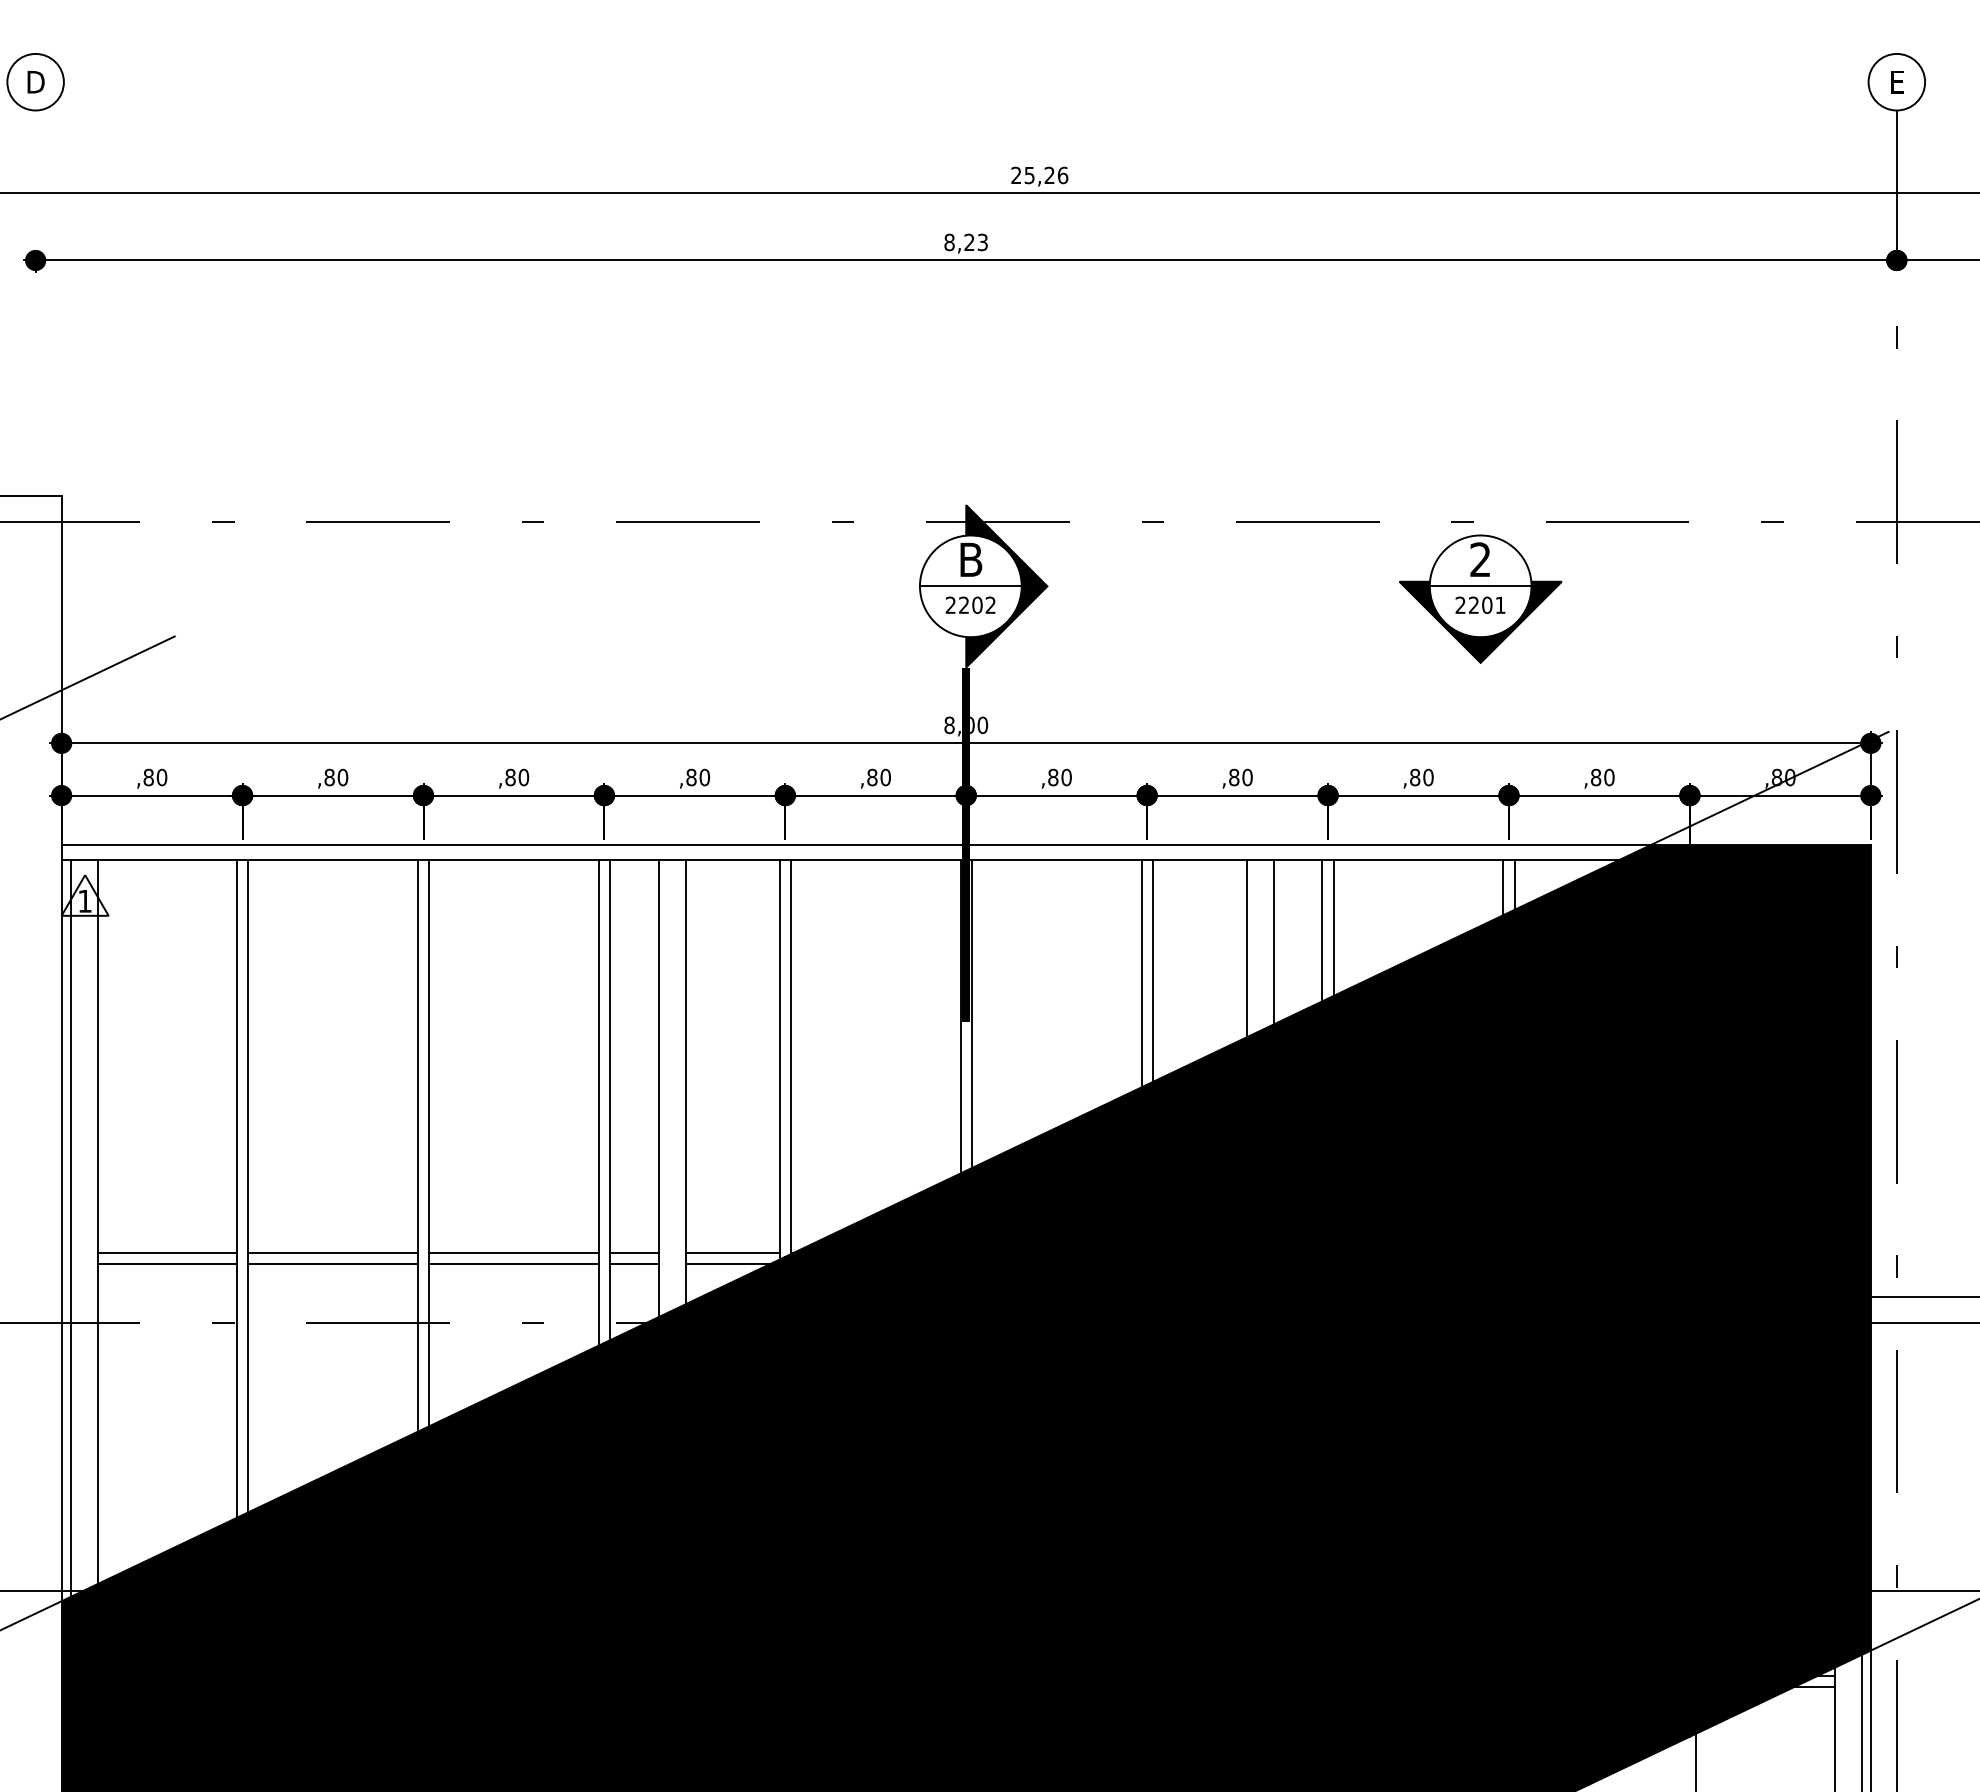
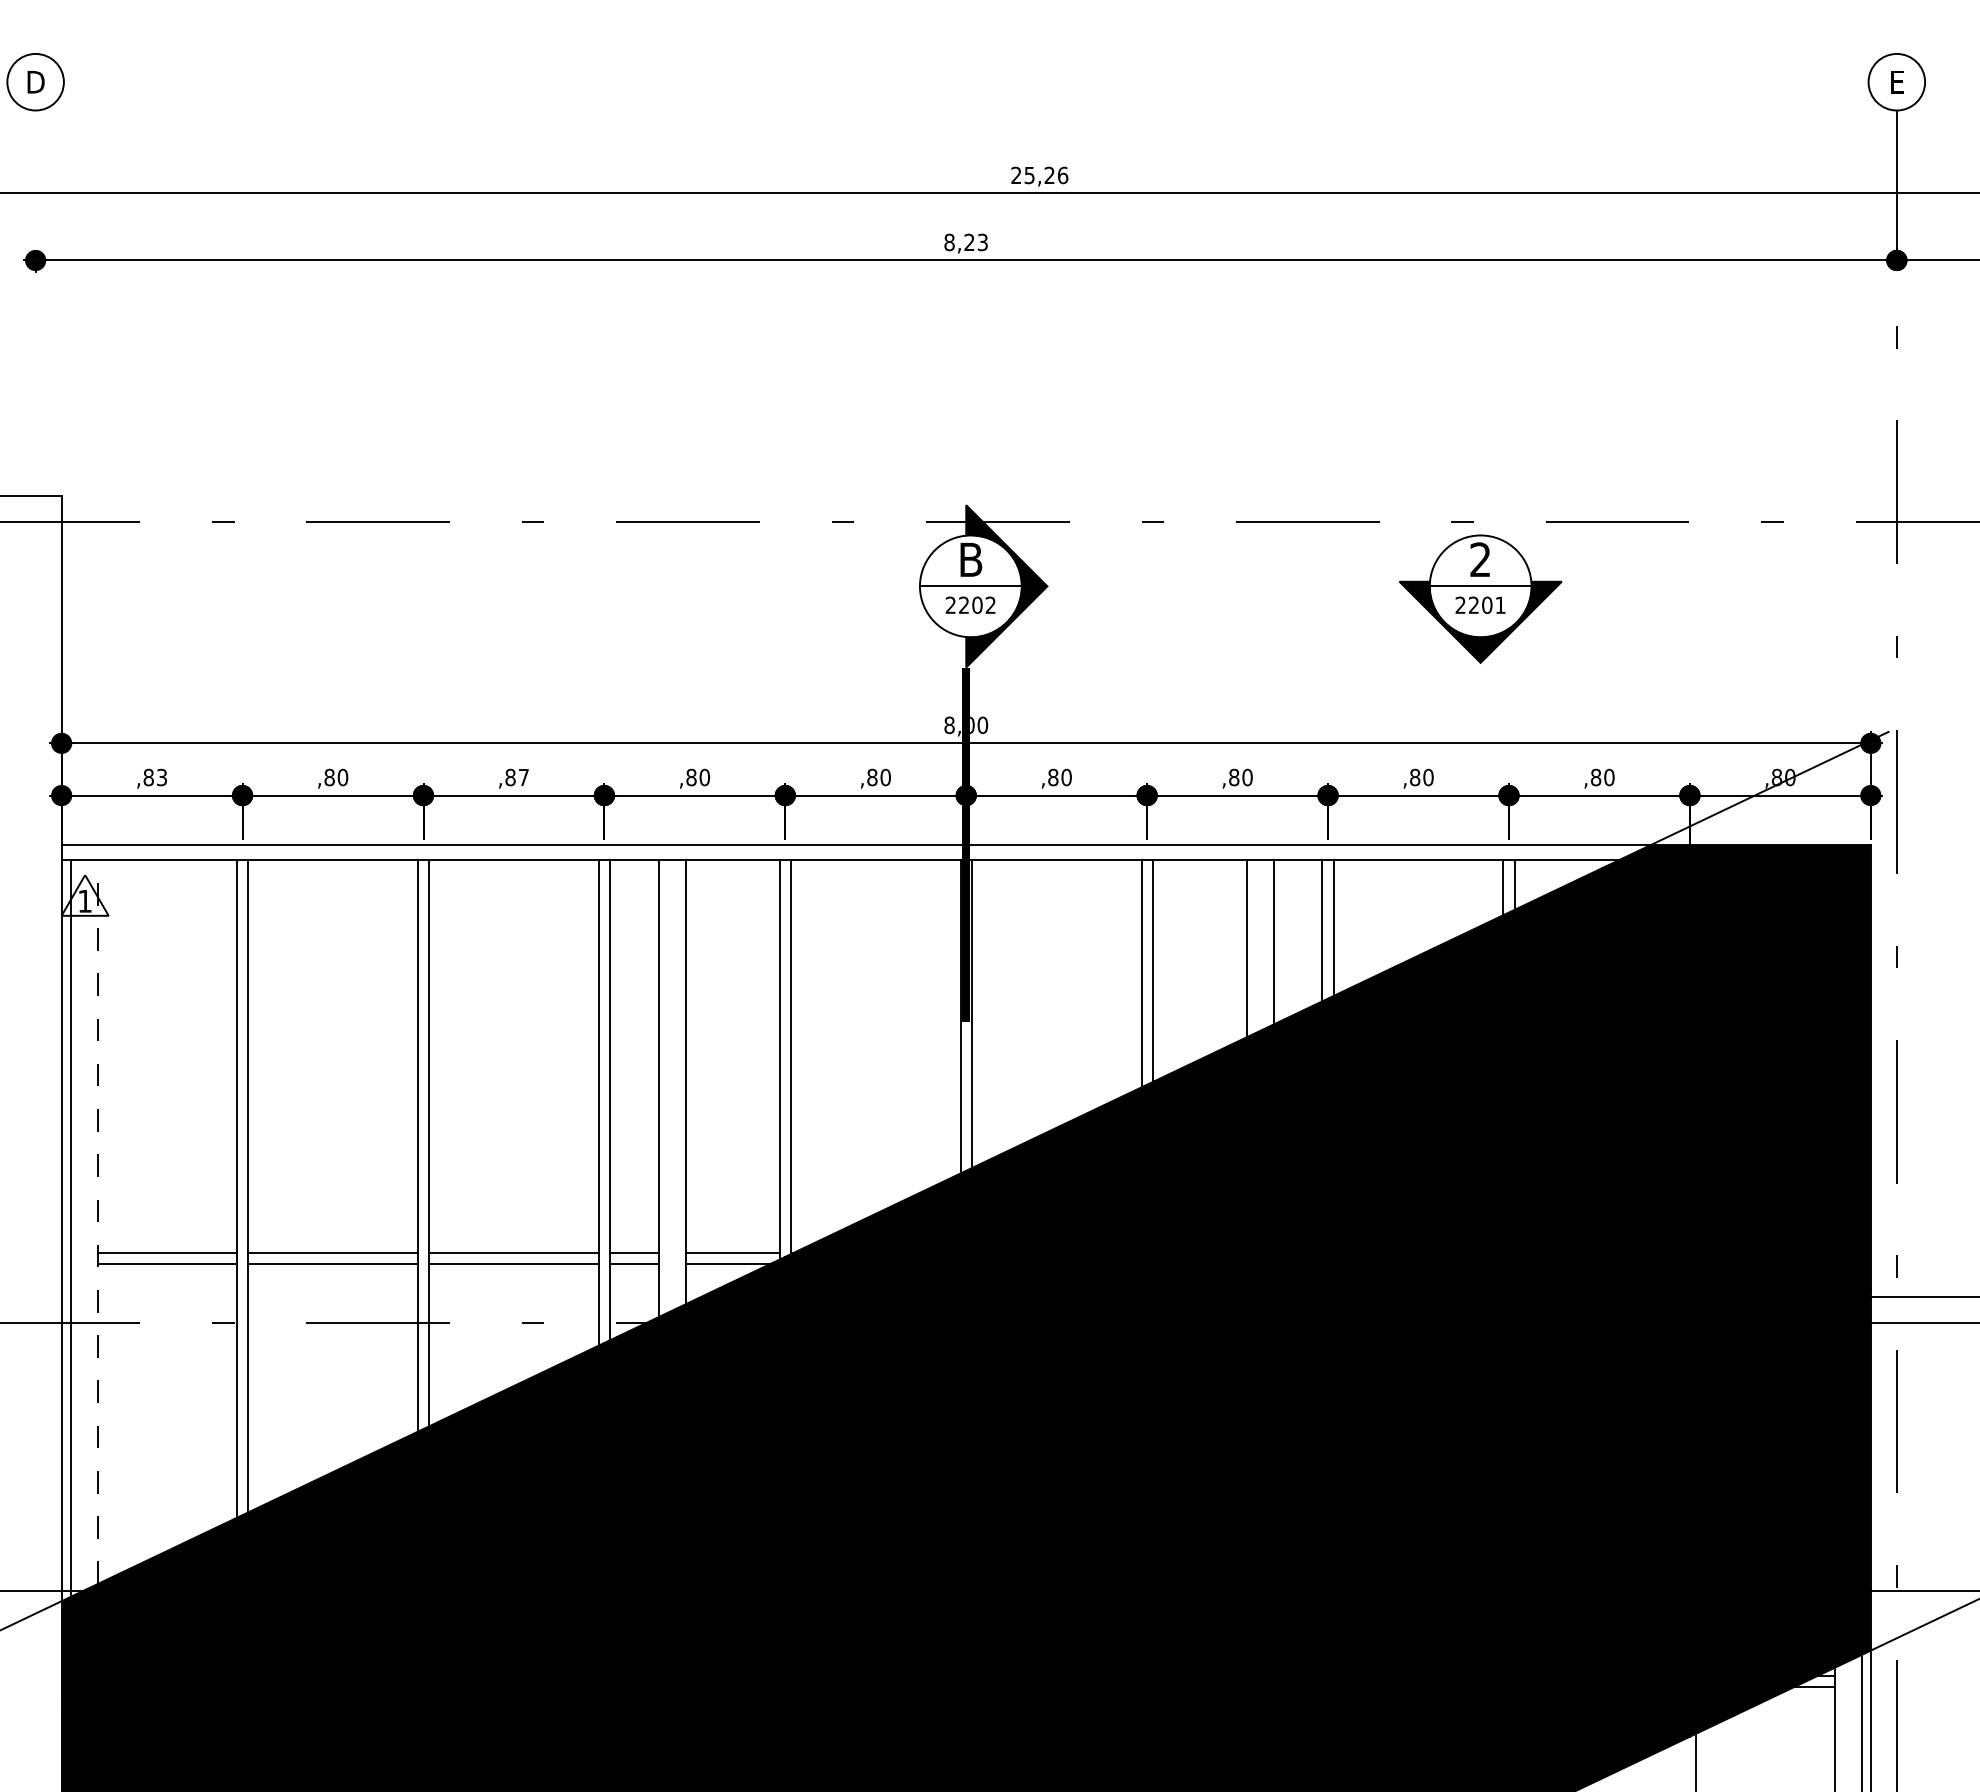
line at (88, 677): present -> none
text at (161, 777): ,80 -> ,83
text at (523, 777): ,80 -> ,87
line at (97, 1221): solid -> dashed
